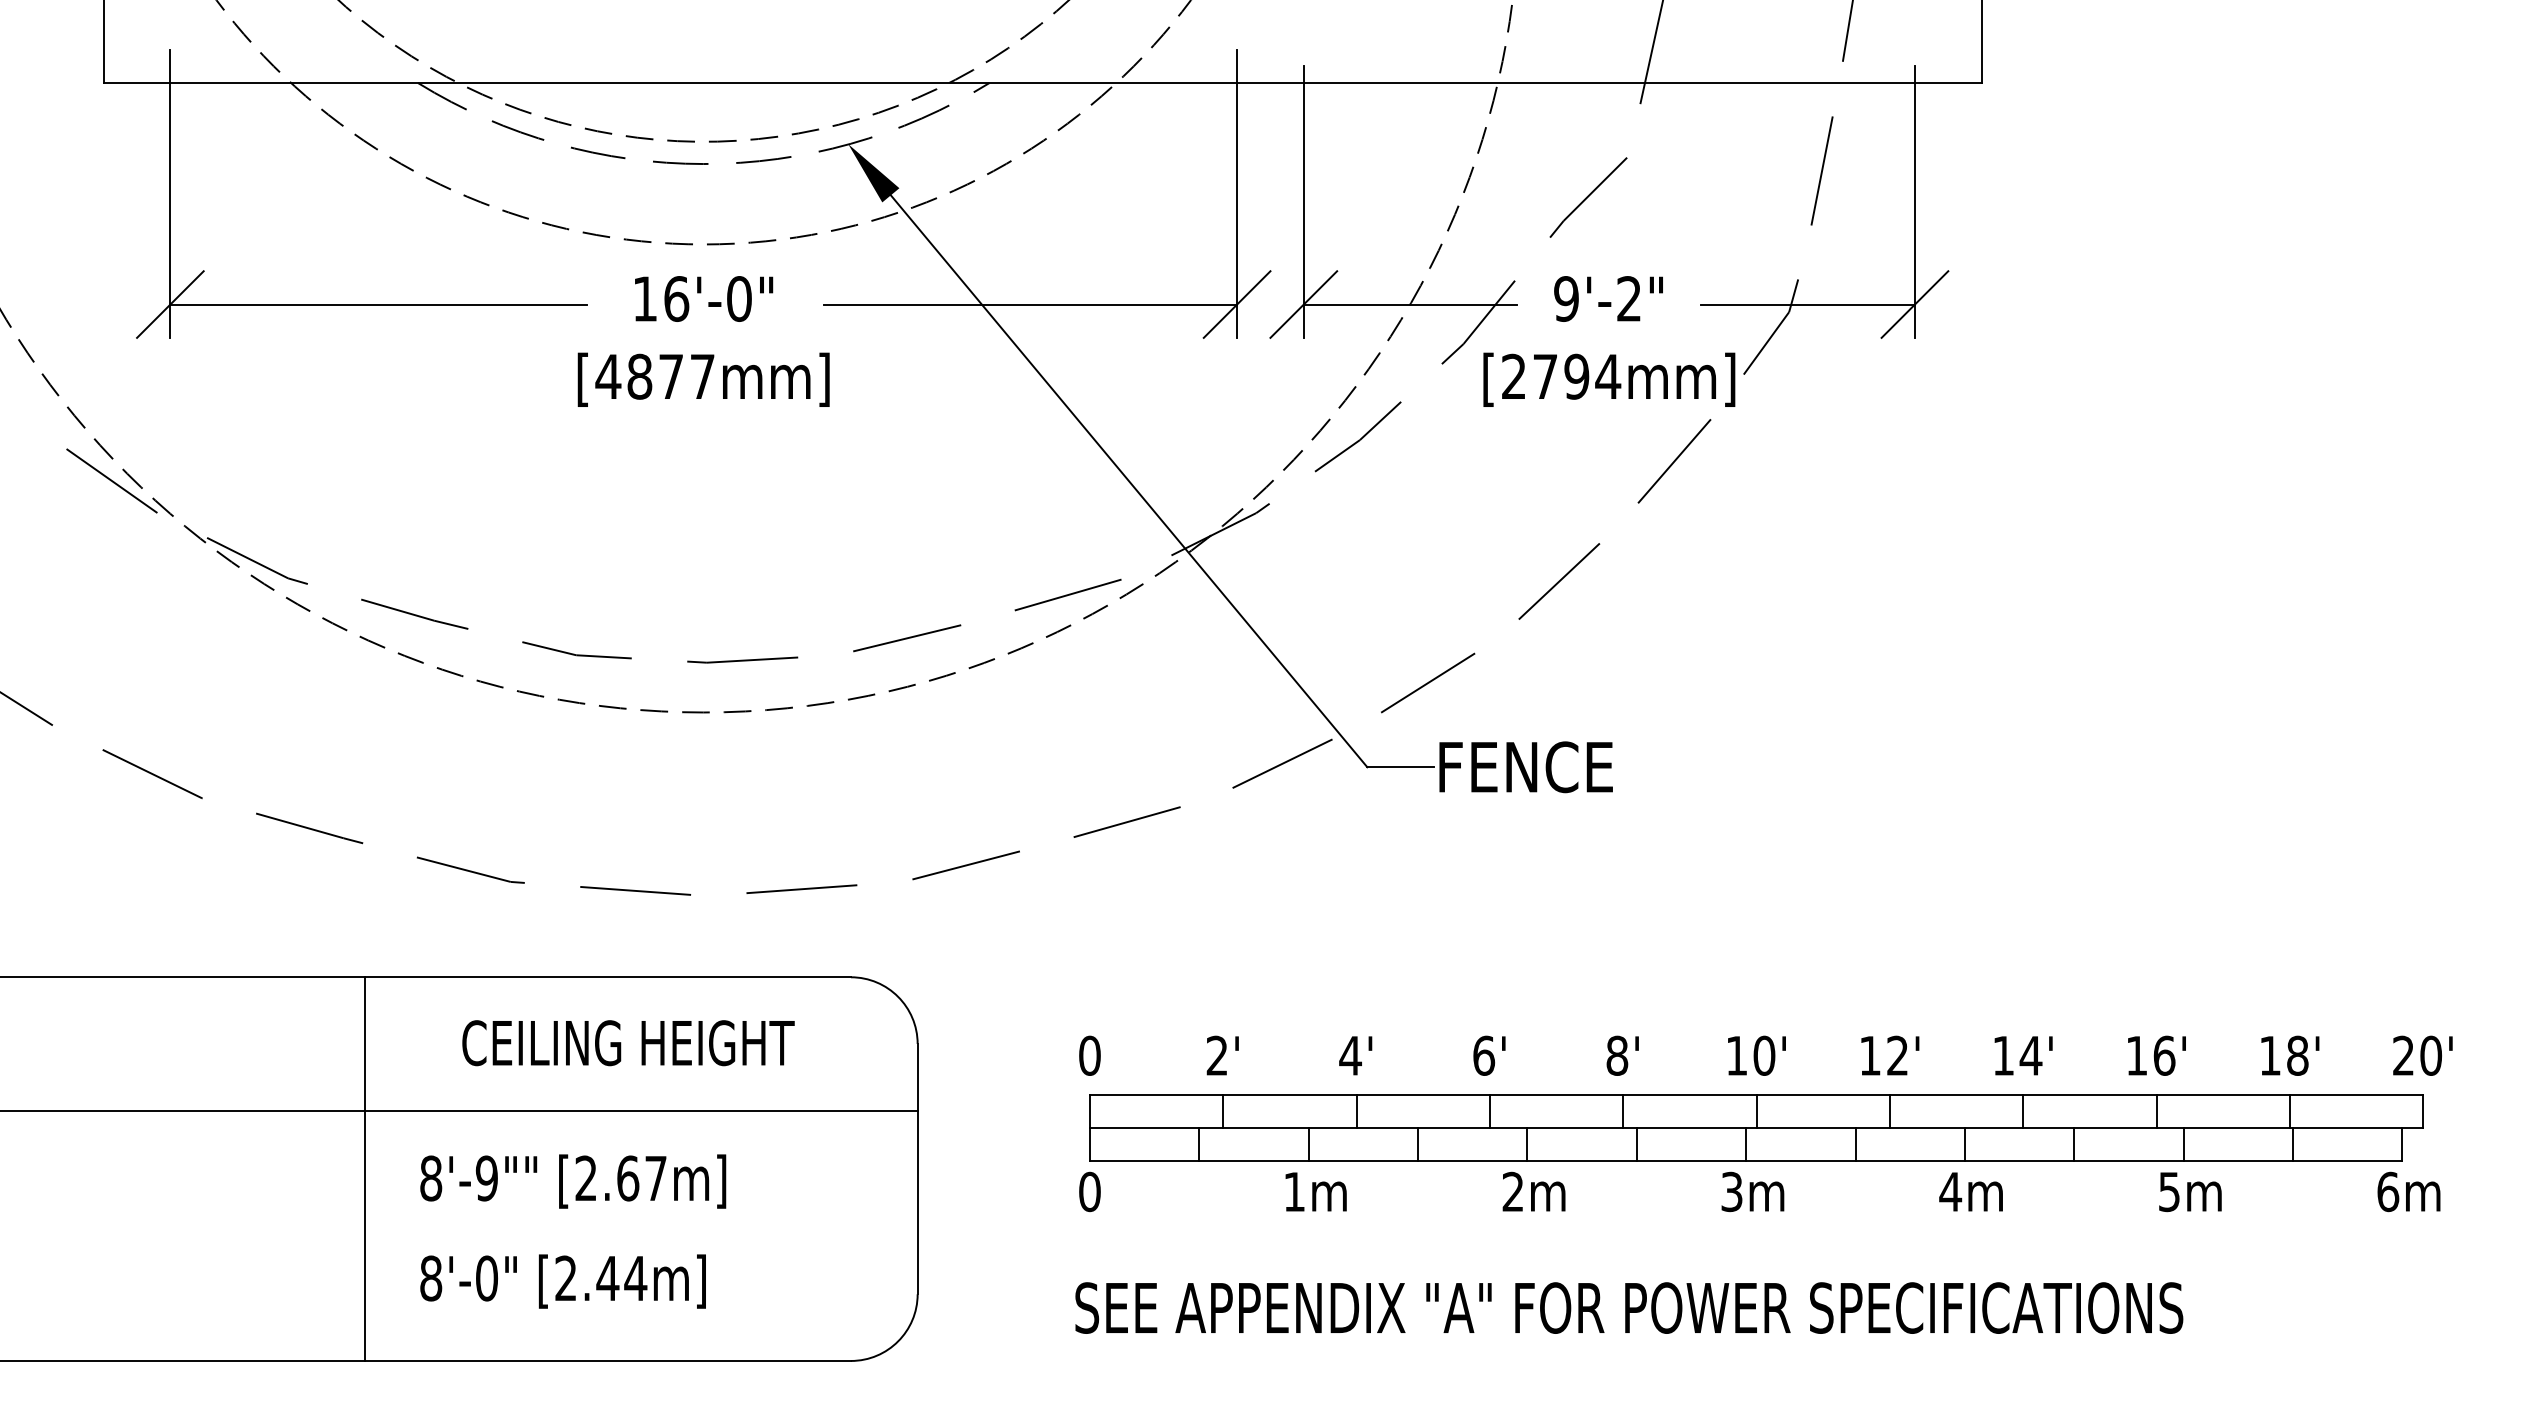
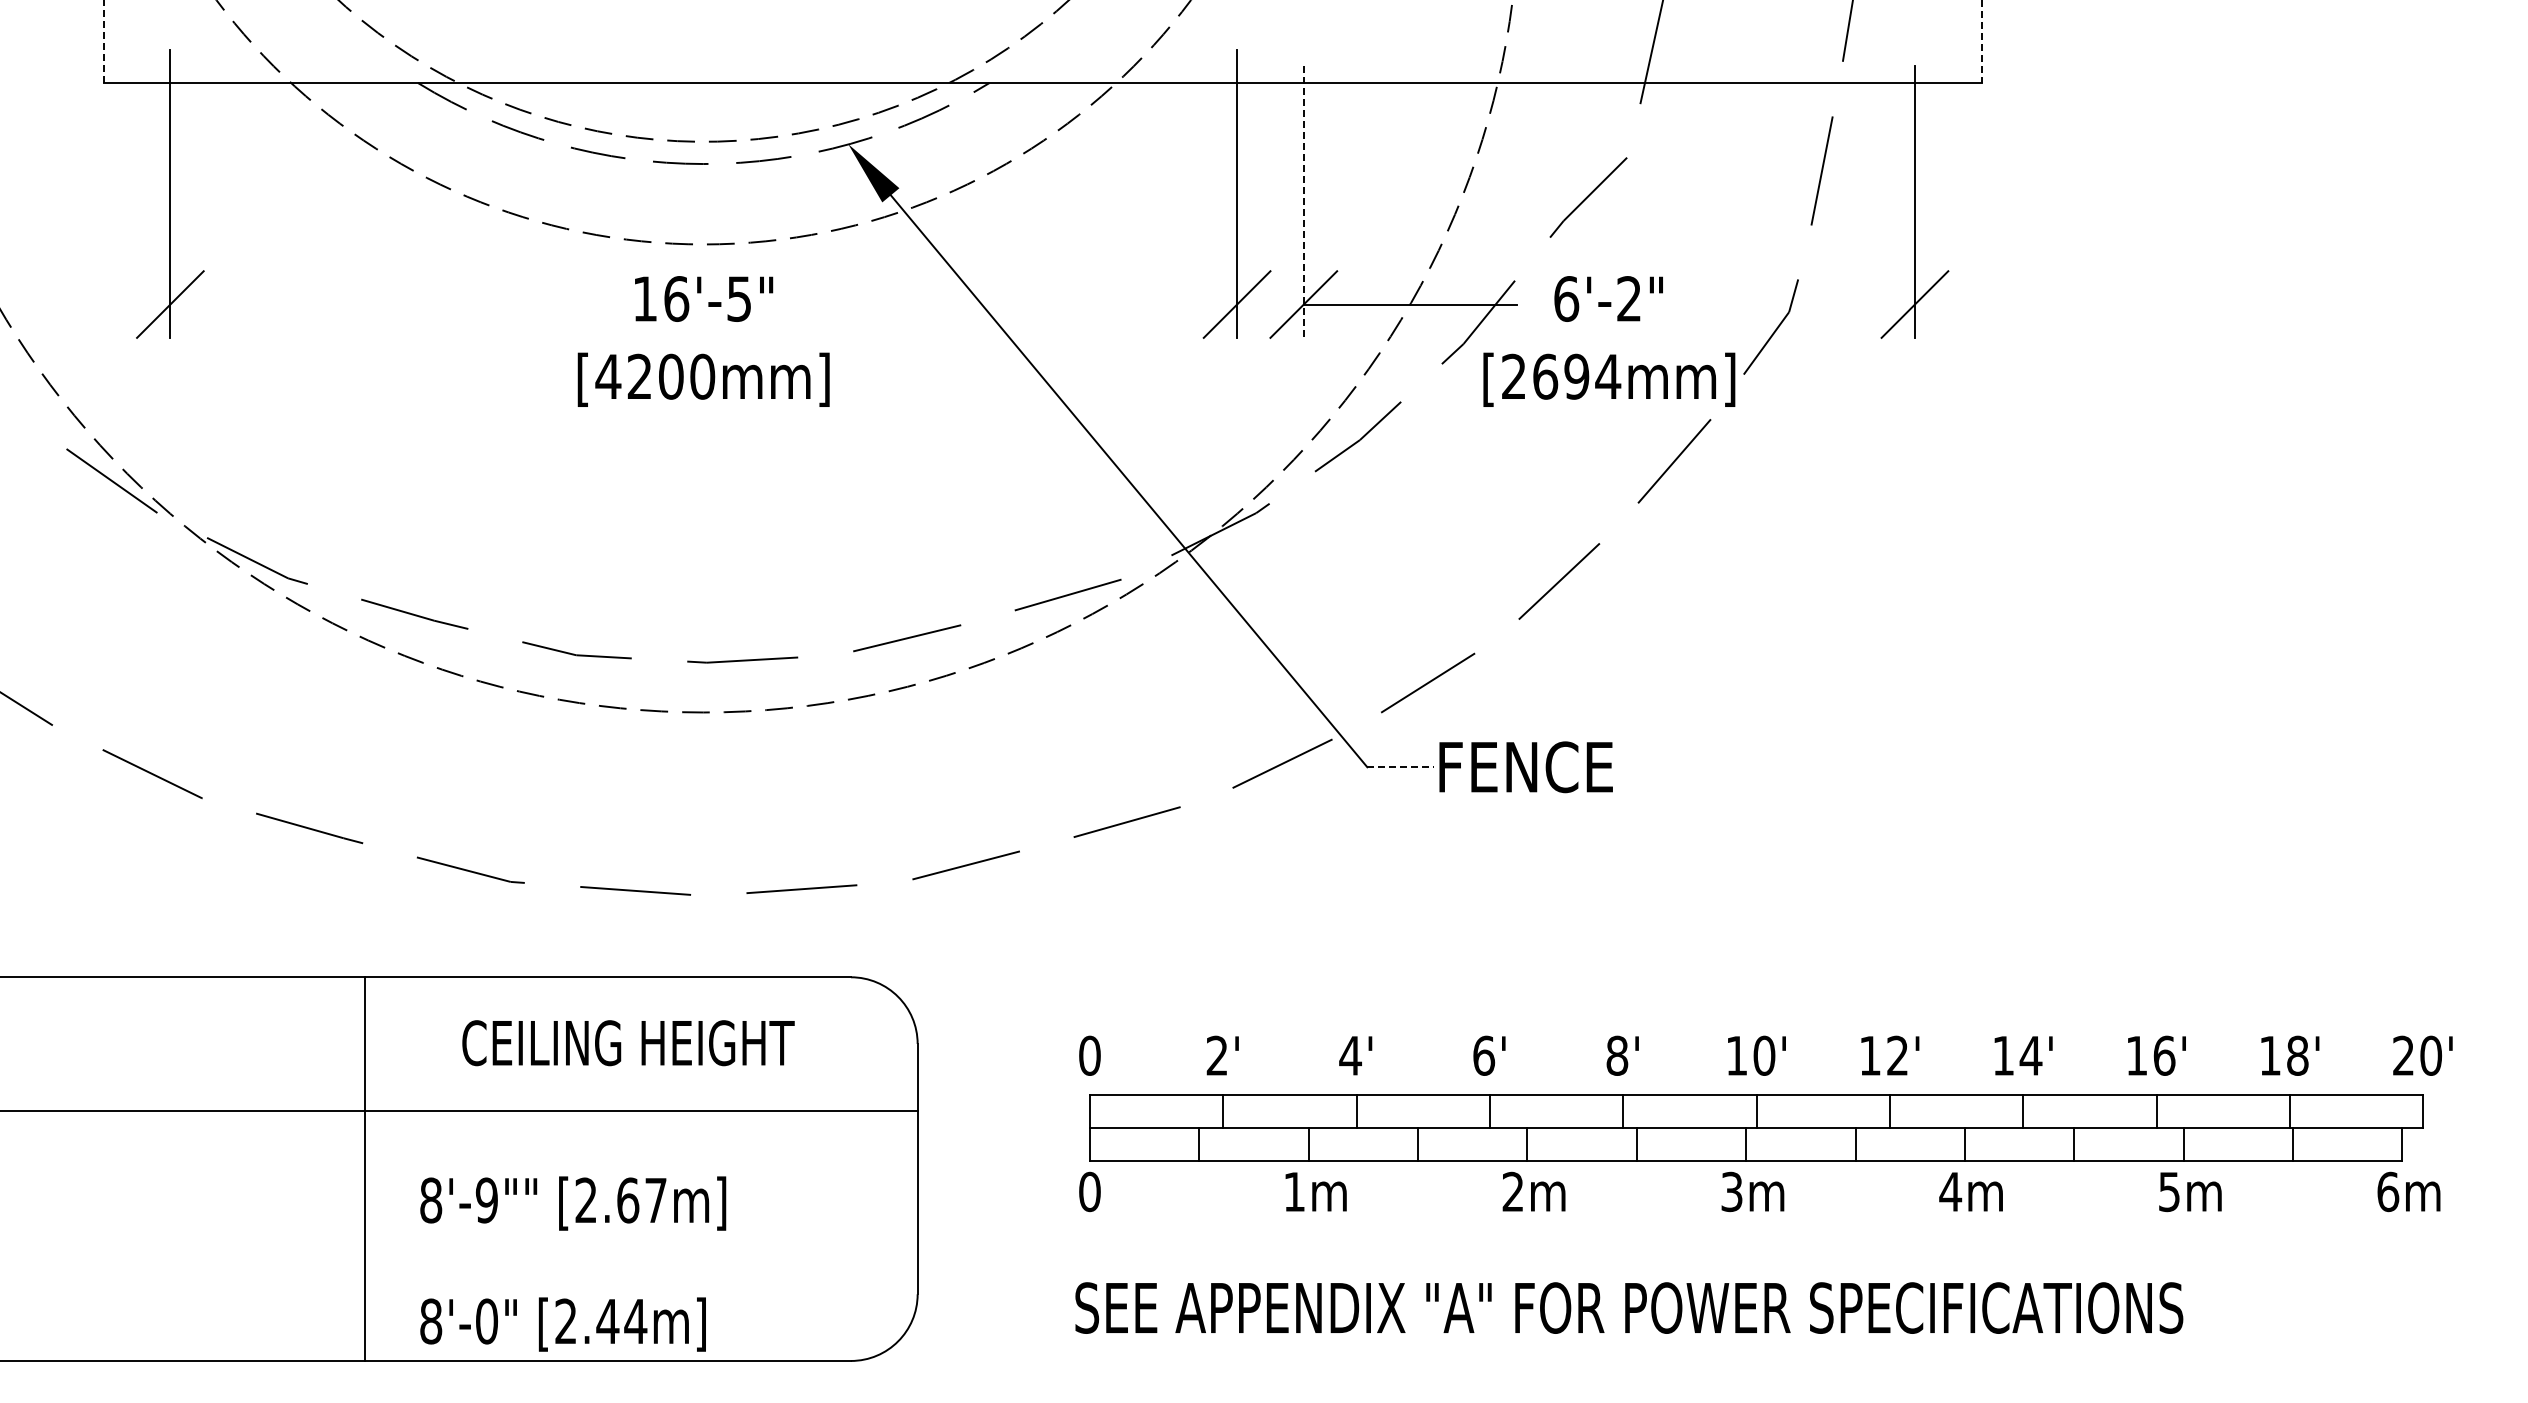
line at (103, 41): solid -> dashed
line at (1981, 42): solid -> dashed
line at (1303, 202): solid -> dashed
text at (739, 298): 16'-0" -> 16'-5"
text at (1566, 298): 9'-2" -> 6'-2"
line at (378, 304): present -> none
line at (1030, 304): present -> none
line at (1807, 304): present -> none
text at (671, 376): [4877mm] -> [4200mm]
text at (1545, 376): [2794mm] -> [2694mm]
line at (1401, 767): solid -> dashed
text at (573, 1181) position: (573, 1181) -> (573, 1203)
text at (562, 1281) position: (562, 1281) -> (562, 1324)
